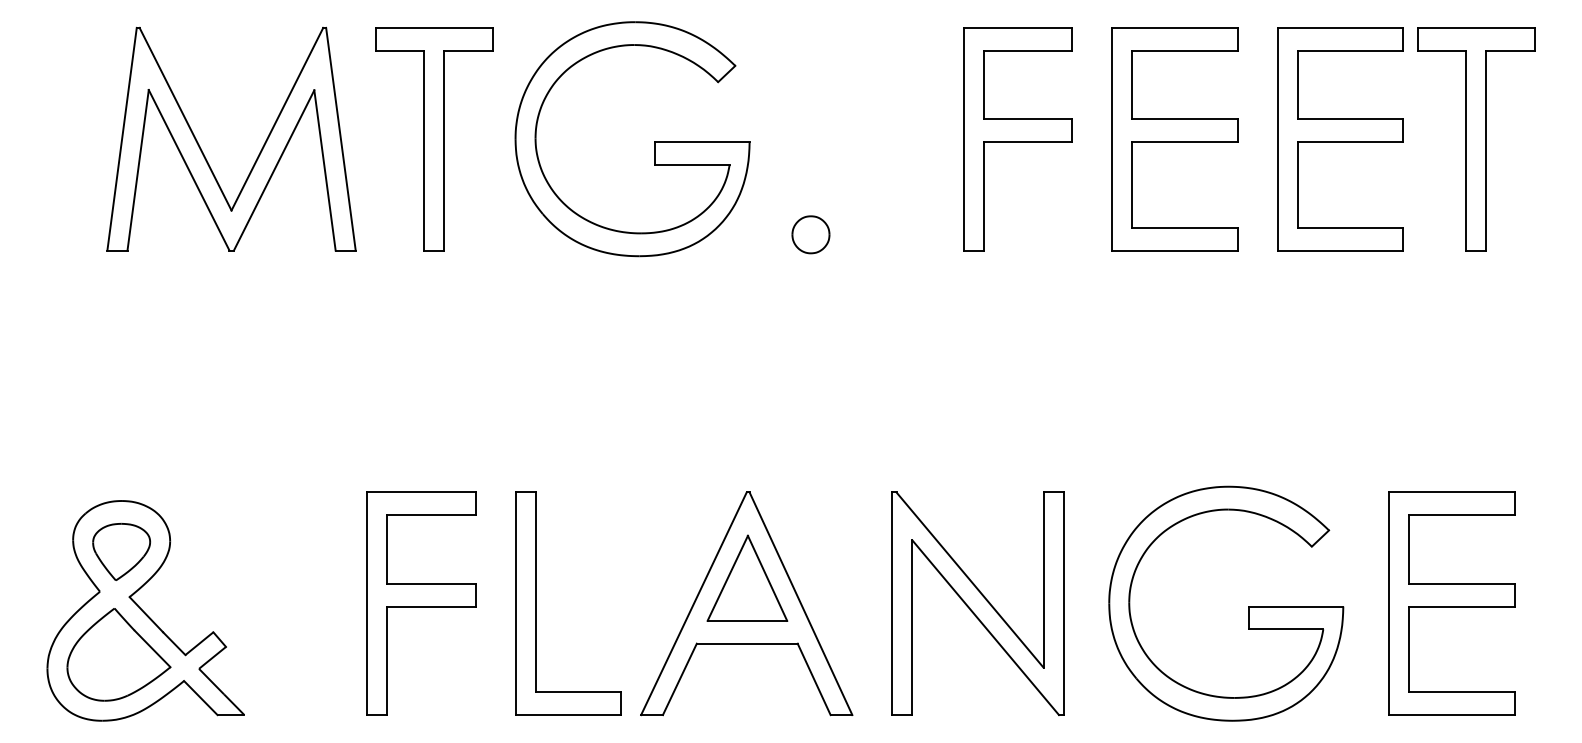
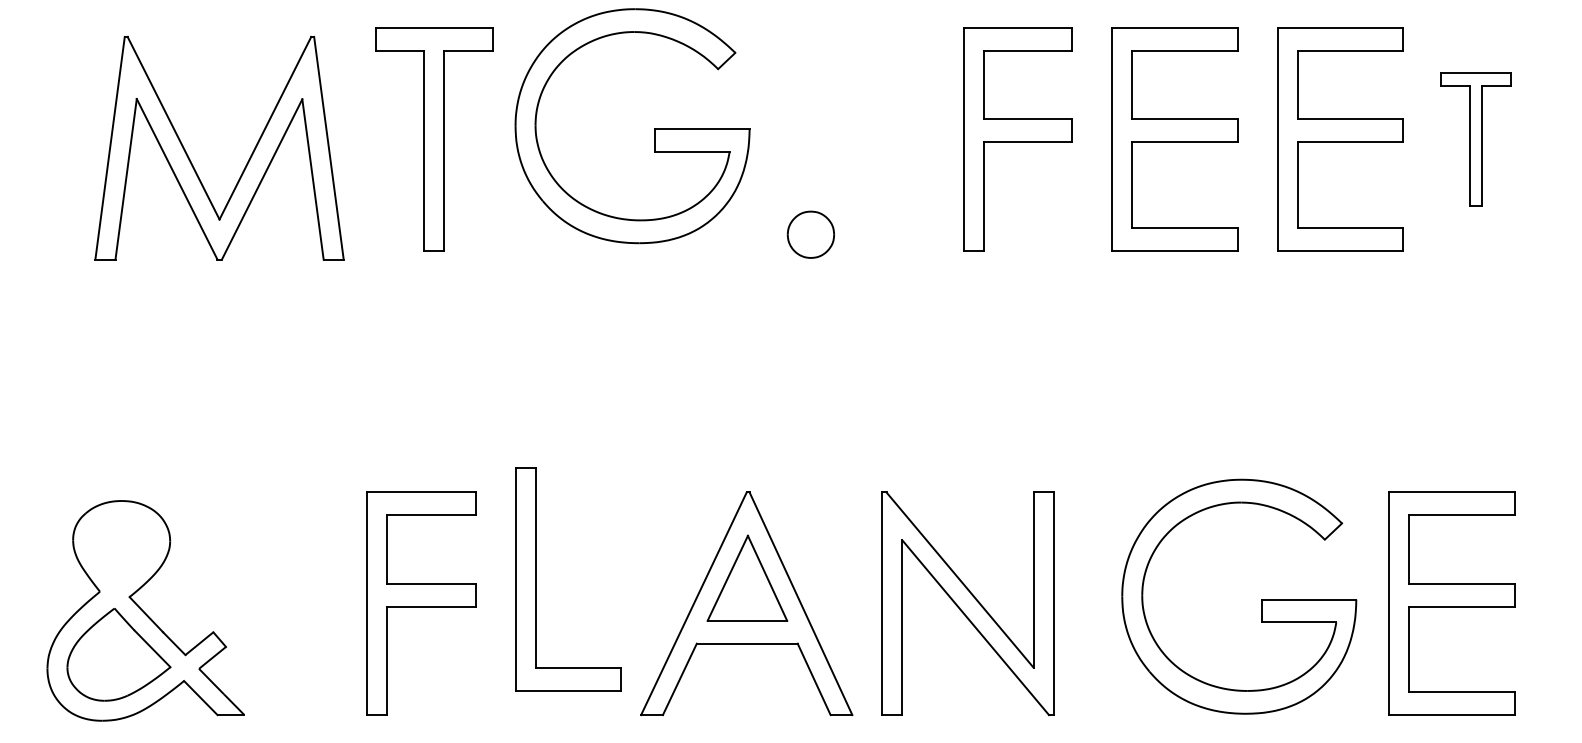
part at (1476, 139) size: 119x225 px -> 72x135 px
part at (654, 141) position: (654, 141) -> (654, 128)
part at (203, 152) position: (203, 152) -> (191, 161)
part at (810, 234) size: 40x40 px -> 49x49 px
part at (121, 551): present -> none
part at (536, 603) position: (536, 603) -> (536, 579)
part at (977, 603) position: (977, 603) -> (967, 603)
part at (1248, 606) position: (1248, 606) -> (1261, 599)
